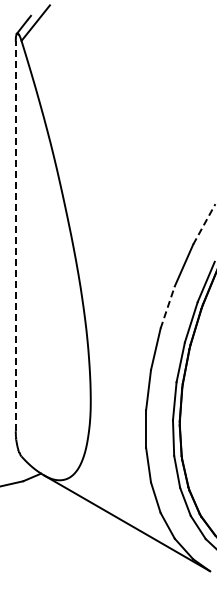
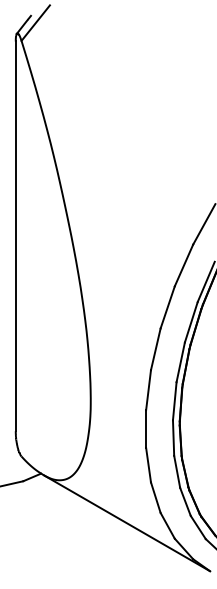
line at (204, 223): dashed -> solid
line at (15, 236): dashed -> solid
line at (167, 306): dashed -> solid
